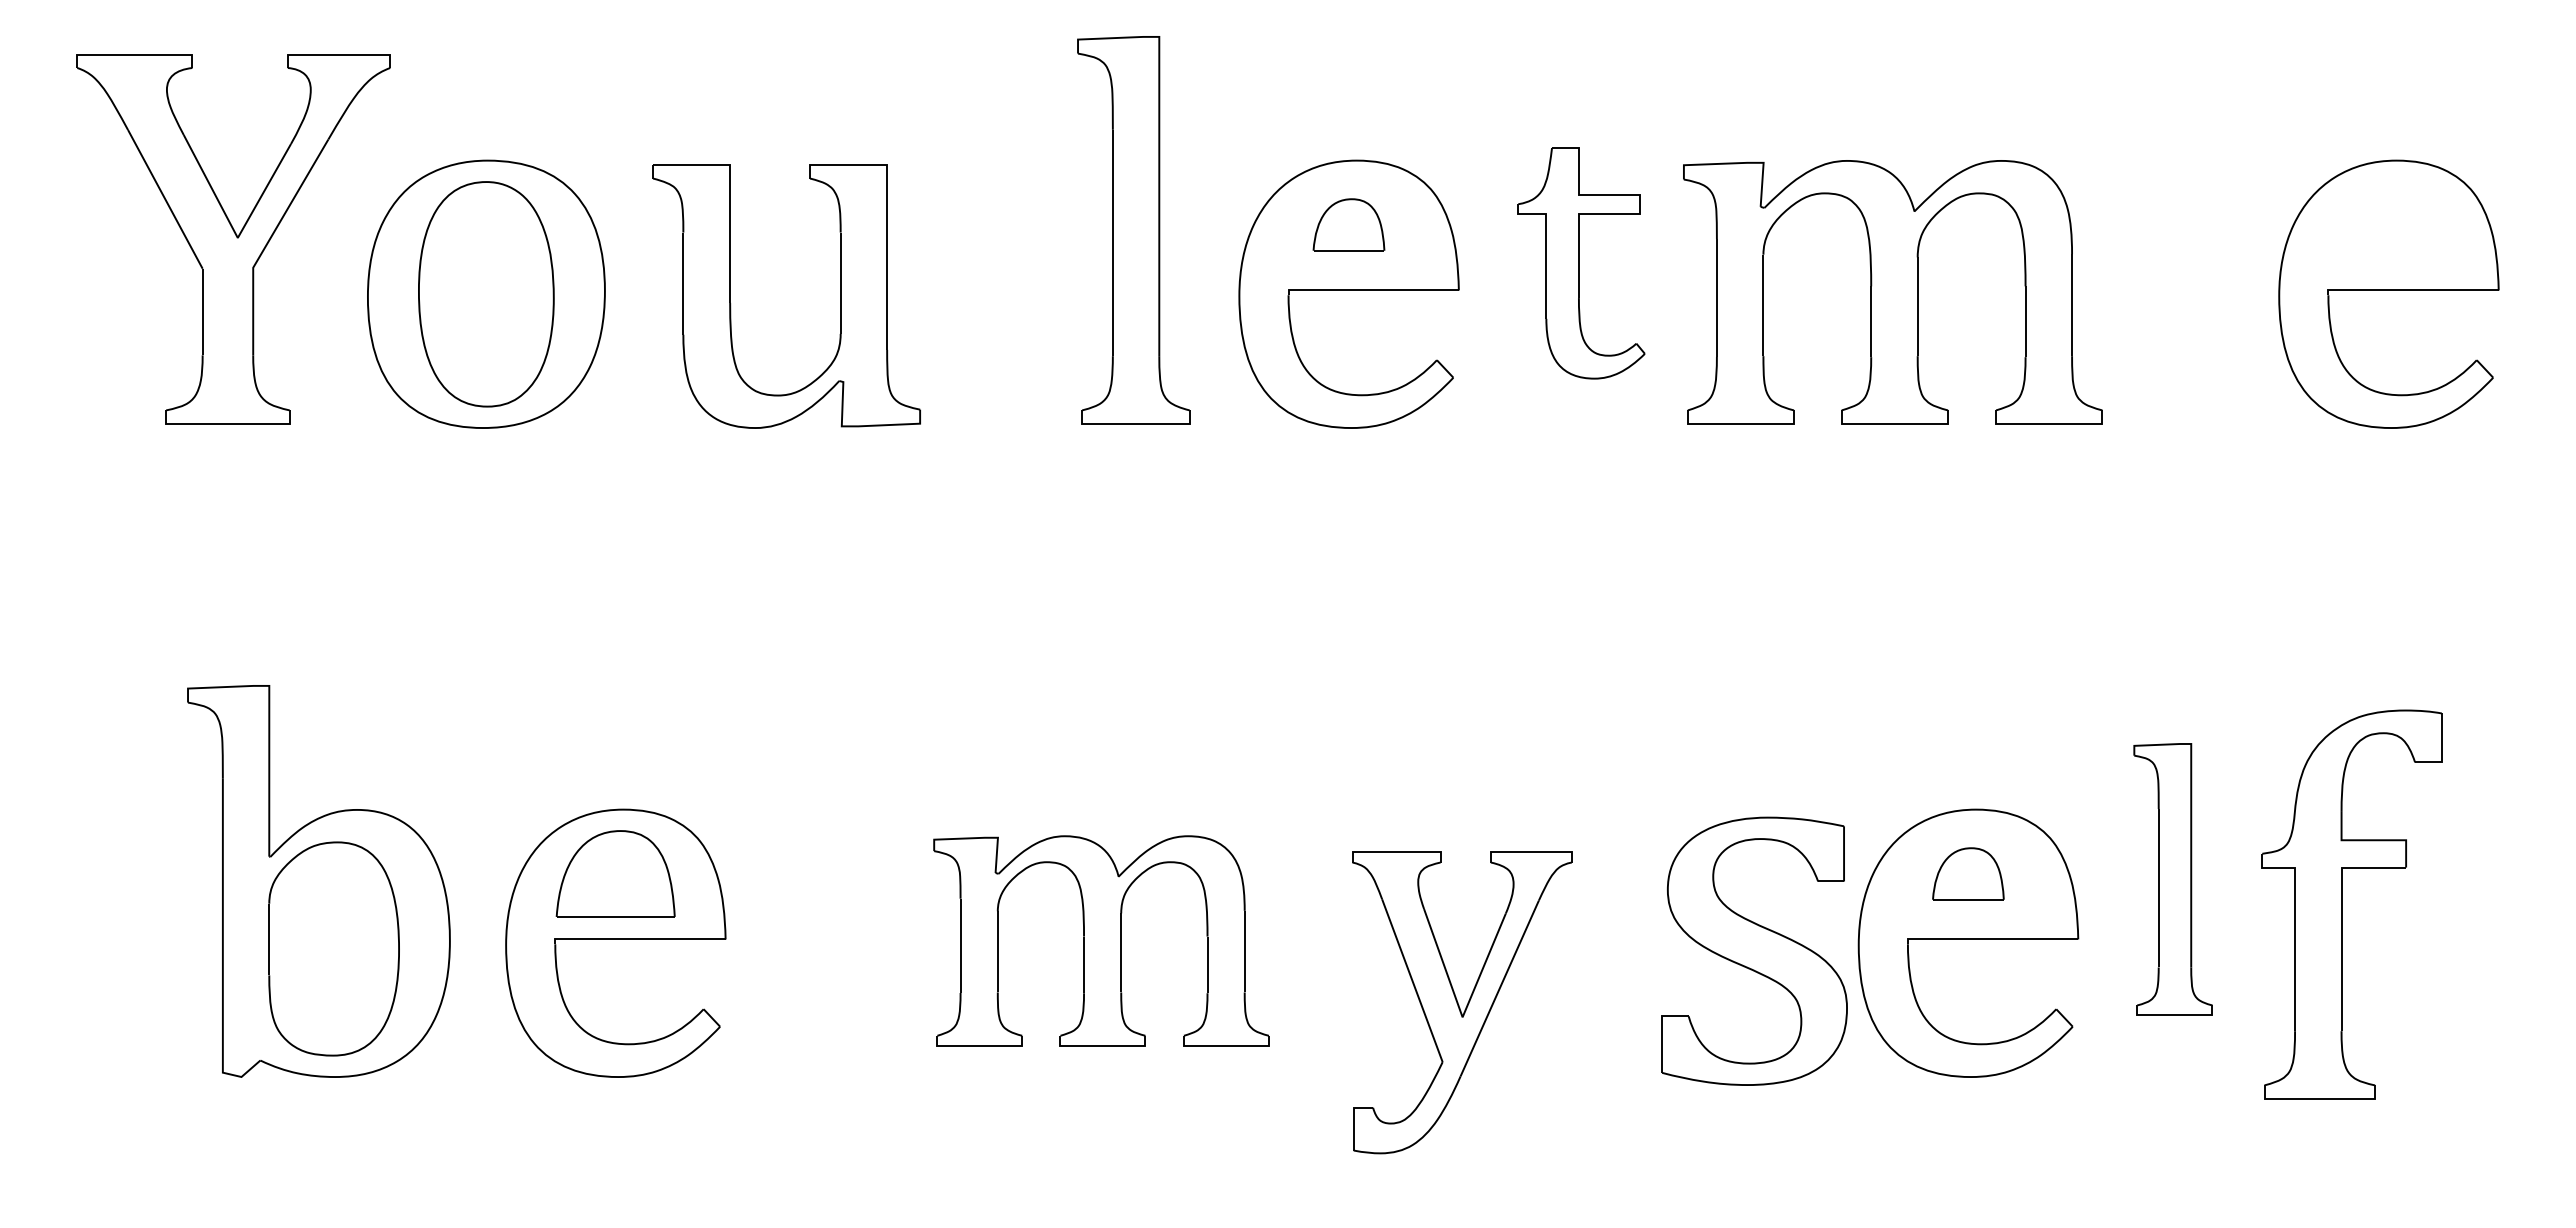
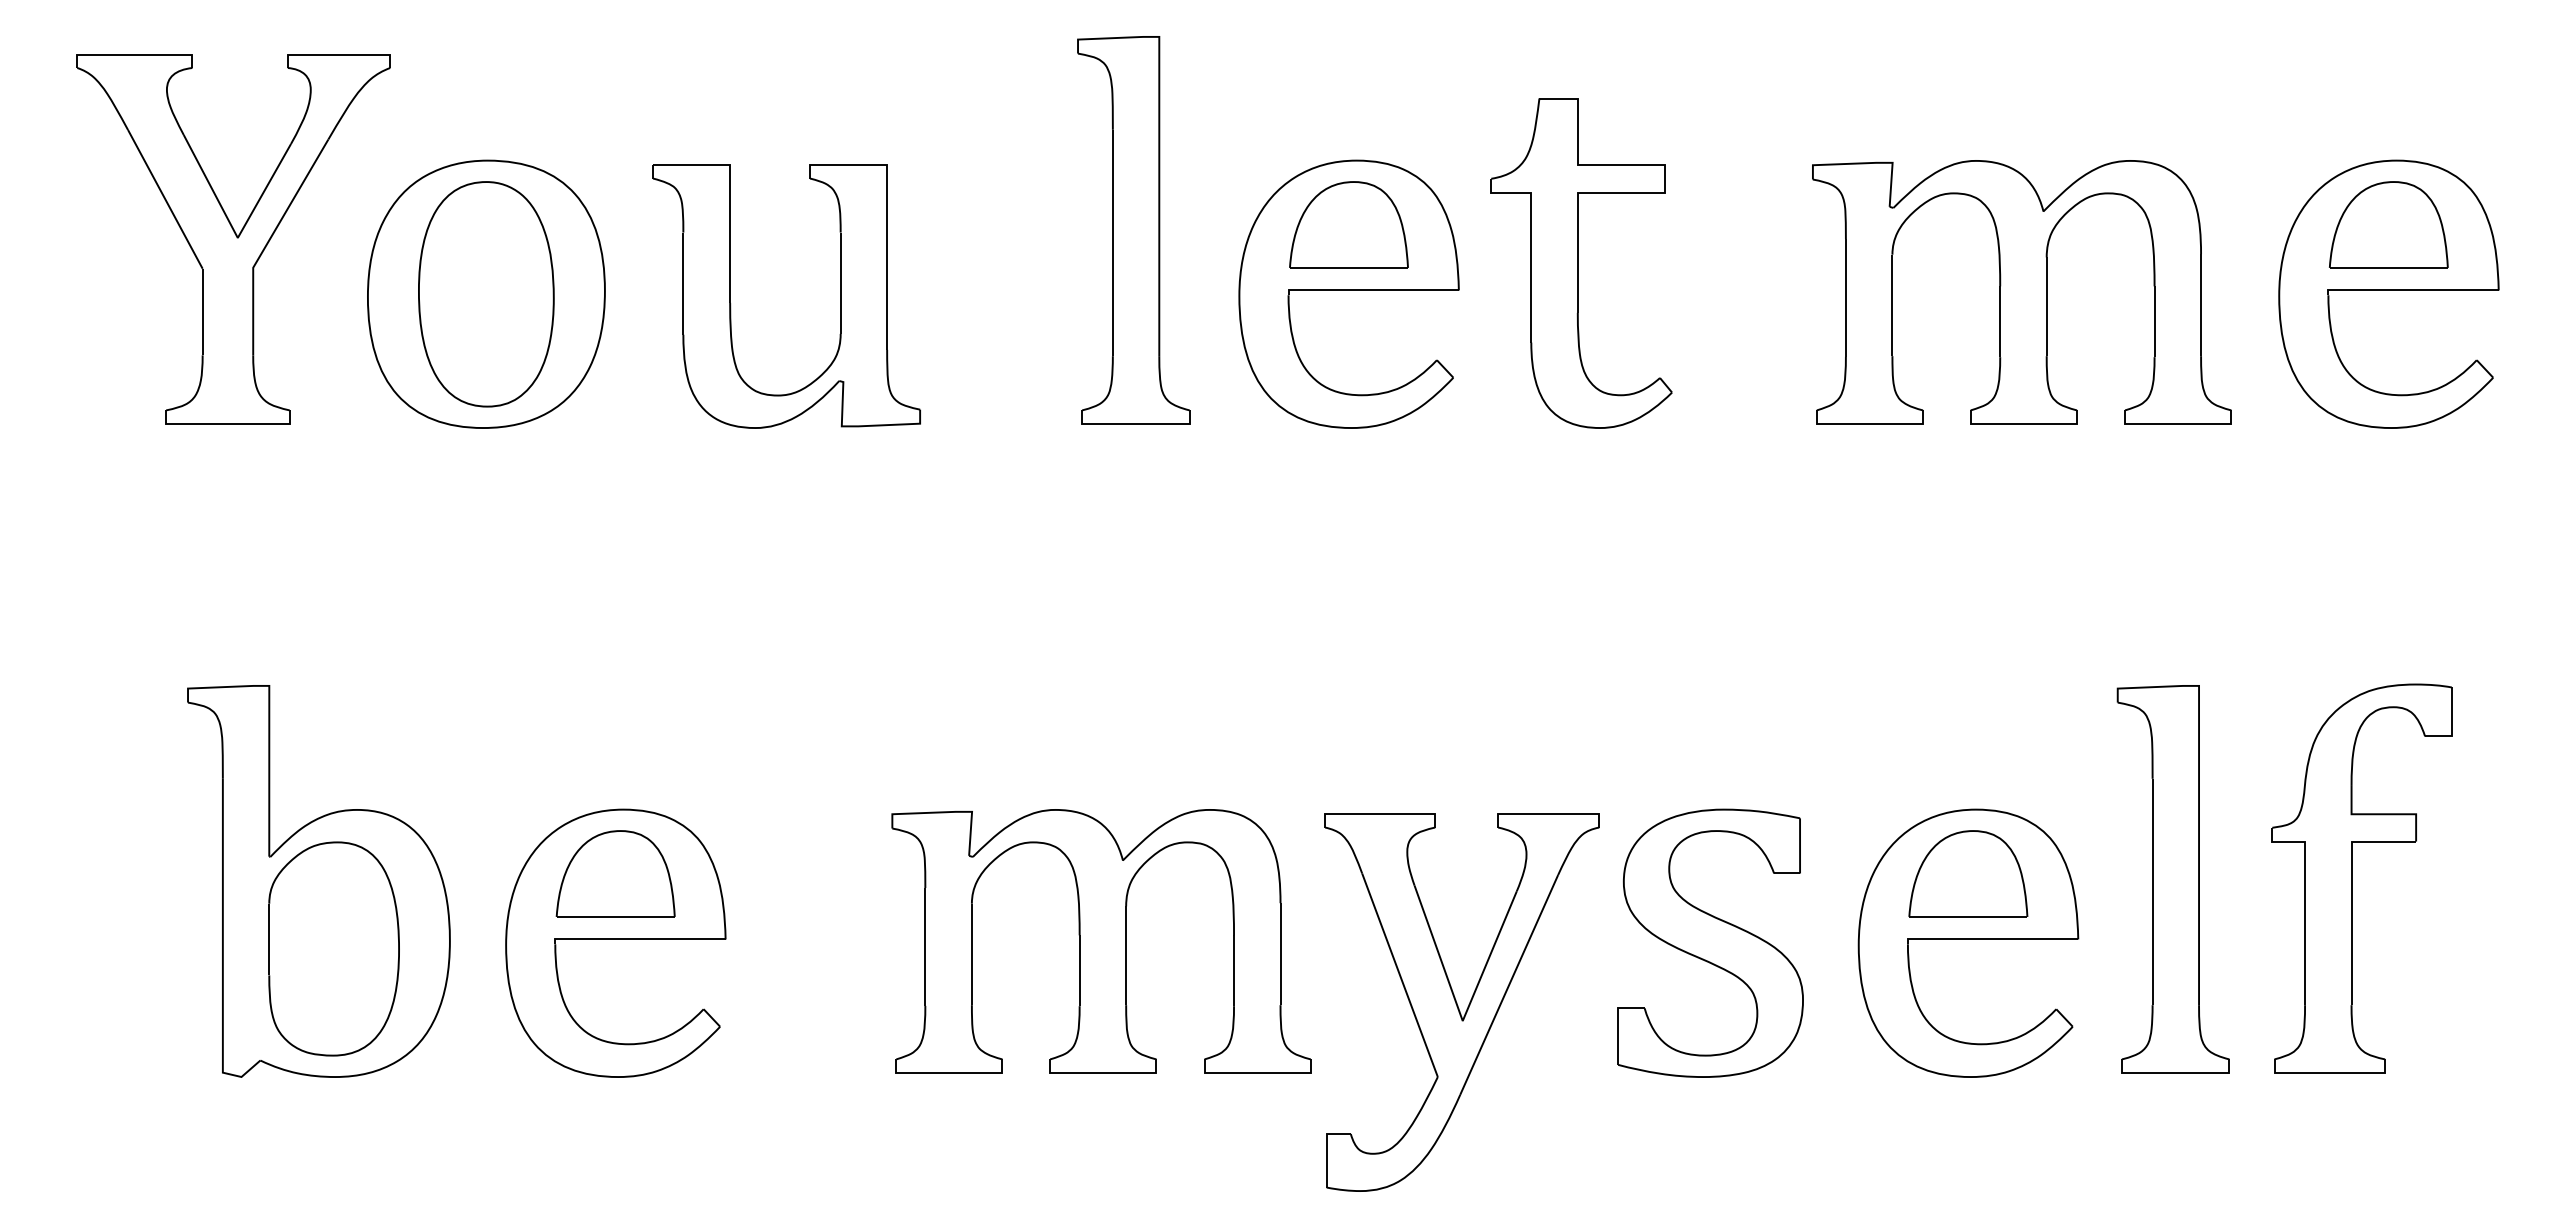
part at (1348, 224) size: 74x54 px -> 120x88 px
part at (2388, 224): none -> present
part at (1581, 263) size: 129x233 px -> 183x331 px
part at (1892, 292) position: (1892, 292) -> (2021, 292)
part at (1968, 873) size: 73x54 px -> 121x88 px
part at (2172, 879) size: 80x273 px -> 114x389 px
part at (2342, 904) position: (2342, 904) -> (2352, 878)
part at (1101, 940) size: 337x212 px -> 421x265 px
part at (1754, 950) position: (1754, 950) -> (1710, 942)
part at (1462, 1002) size: 221x304 px -> 276x379 px
